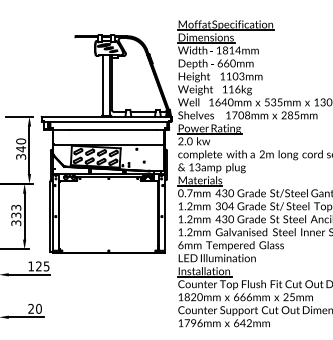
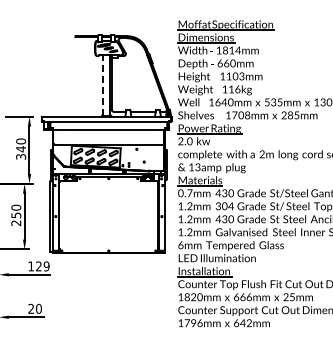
line at (102, 84): solid -> dashed
text at (16, 215): 333 -> 250
text at (46, 266): 125 -> 129
